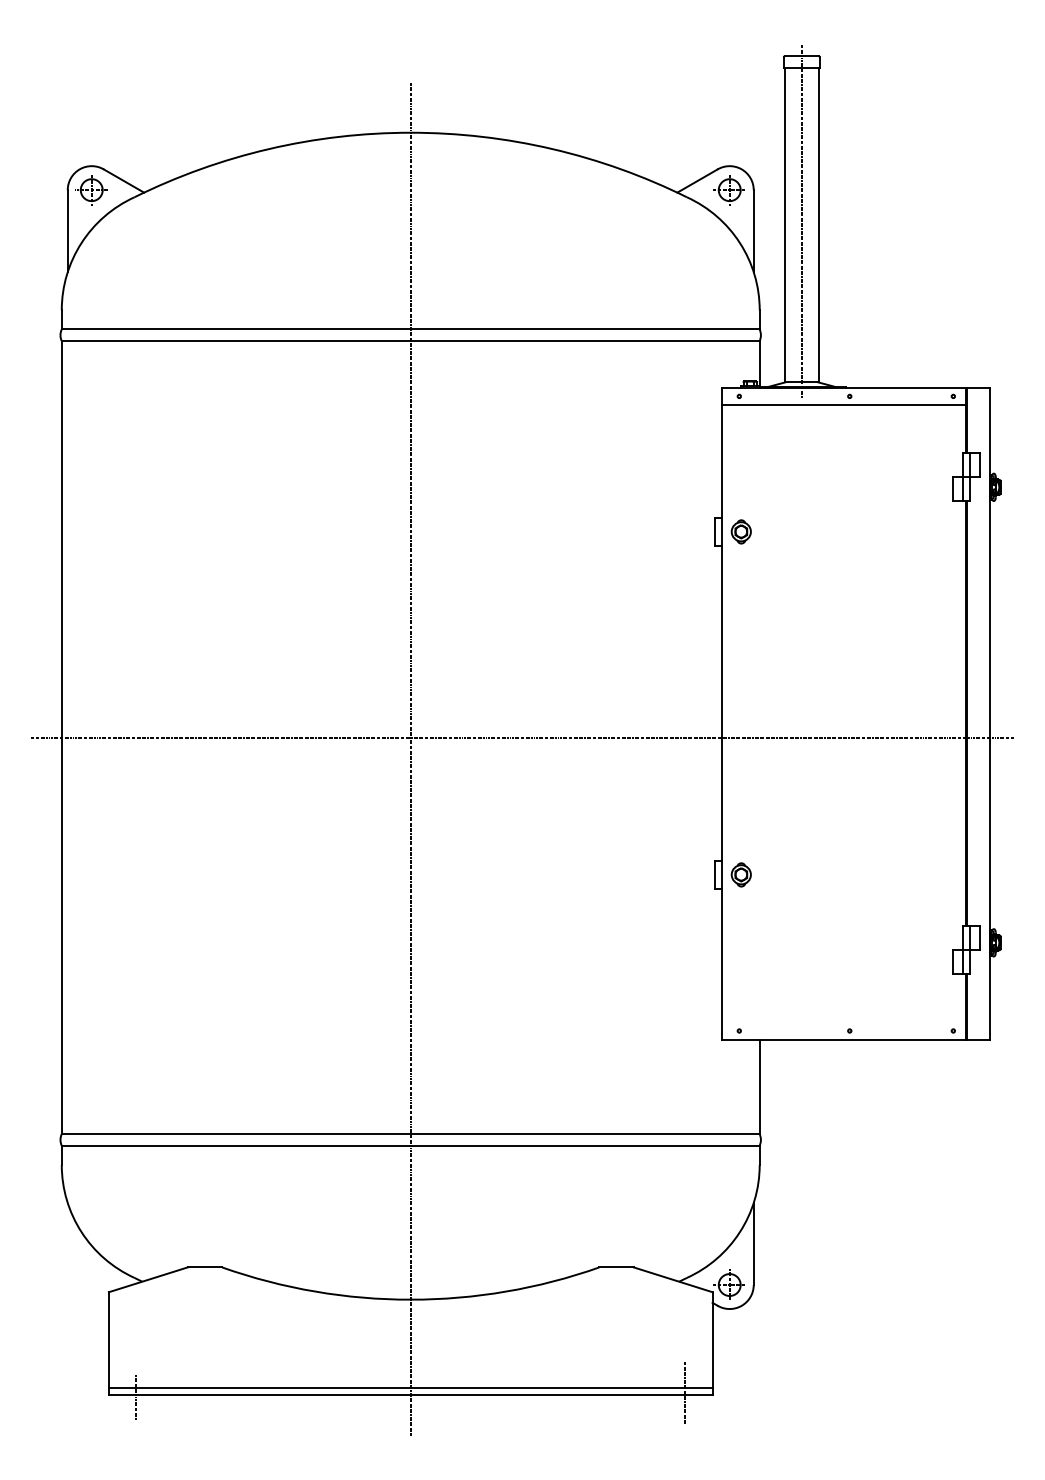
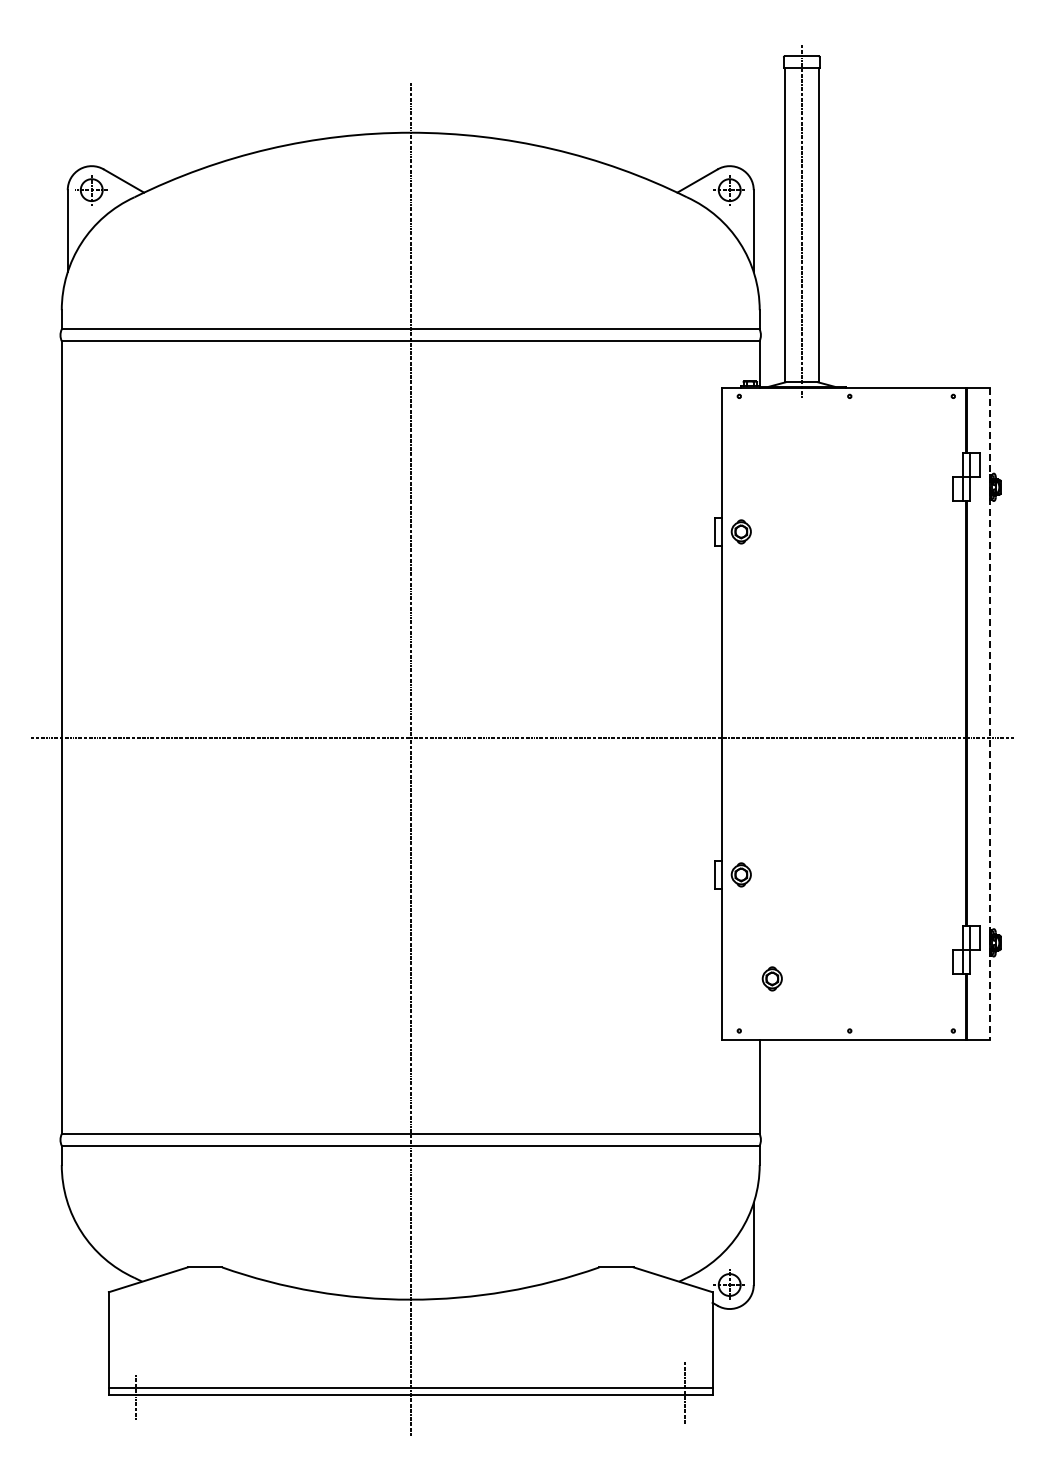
line at (843, 405): present -> none
line at (989, 713): solid -> dashed
part at (771, 978): none -> present
